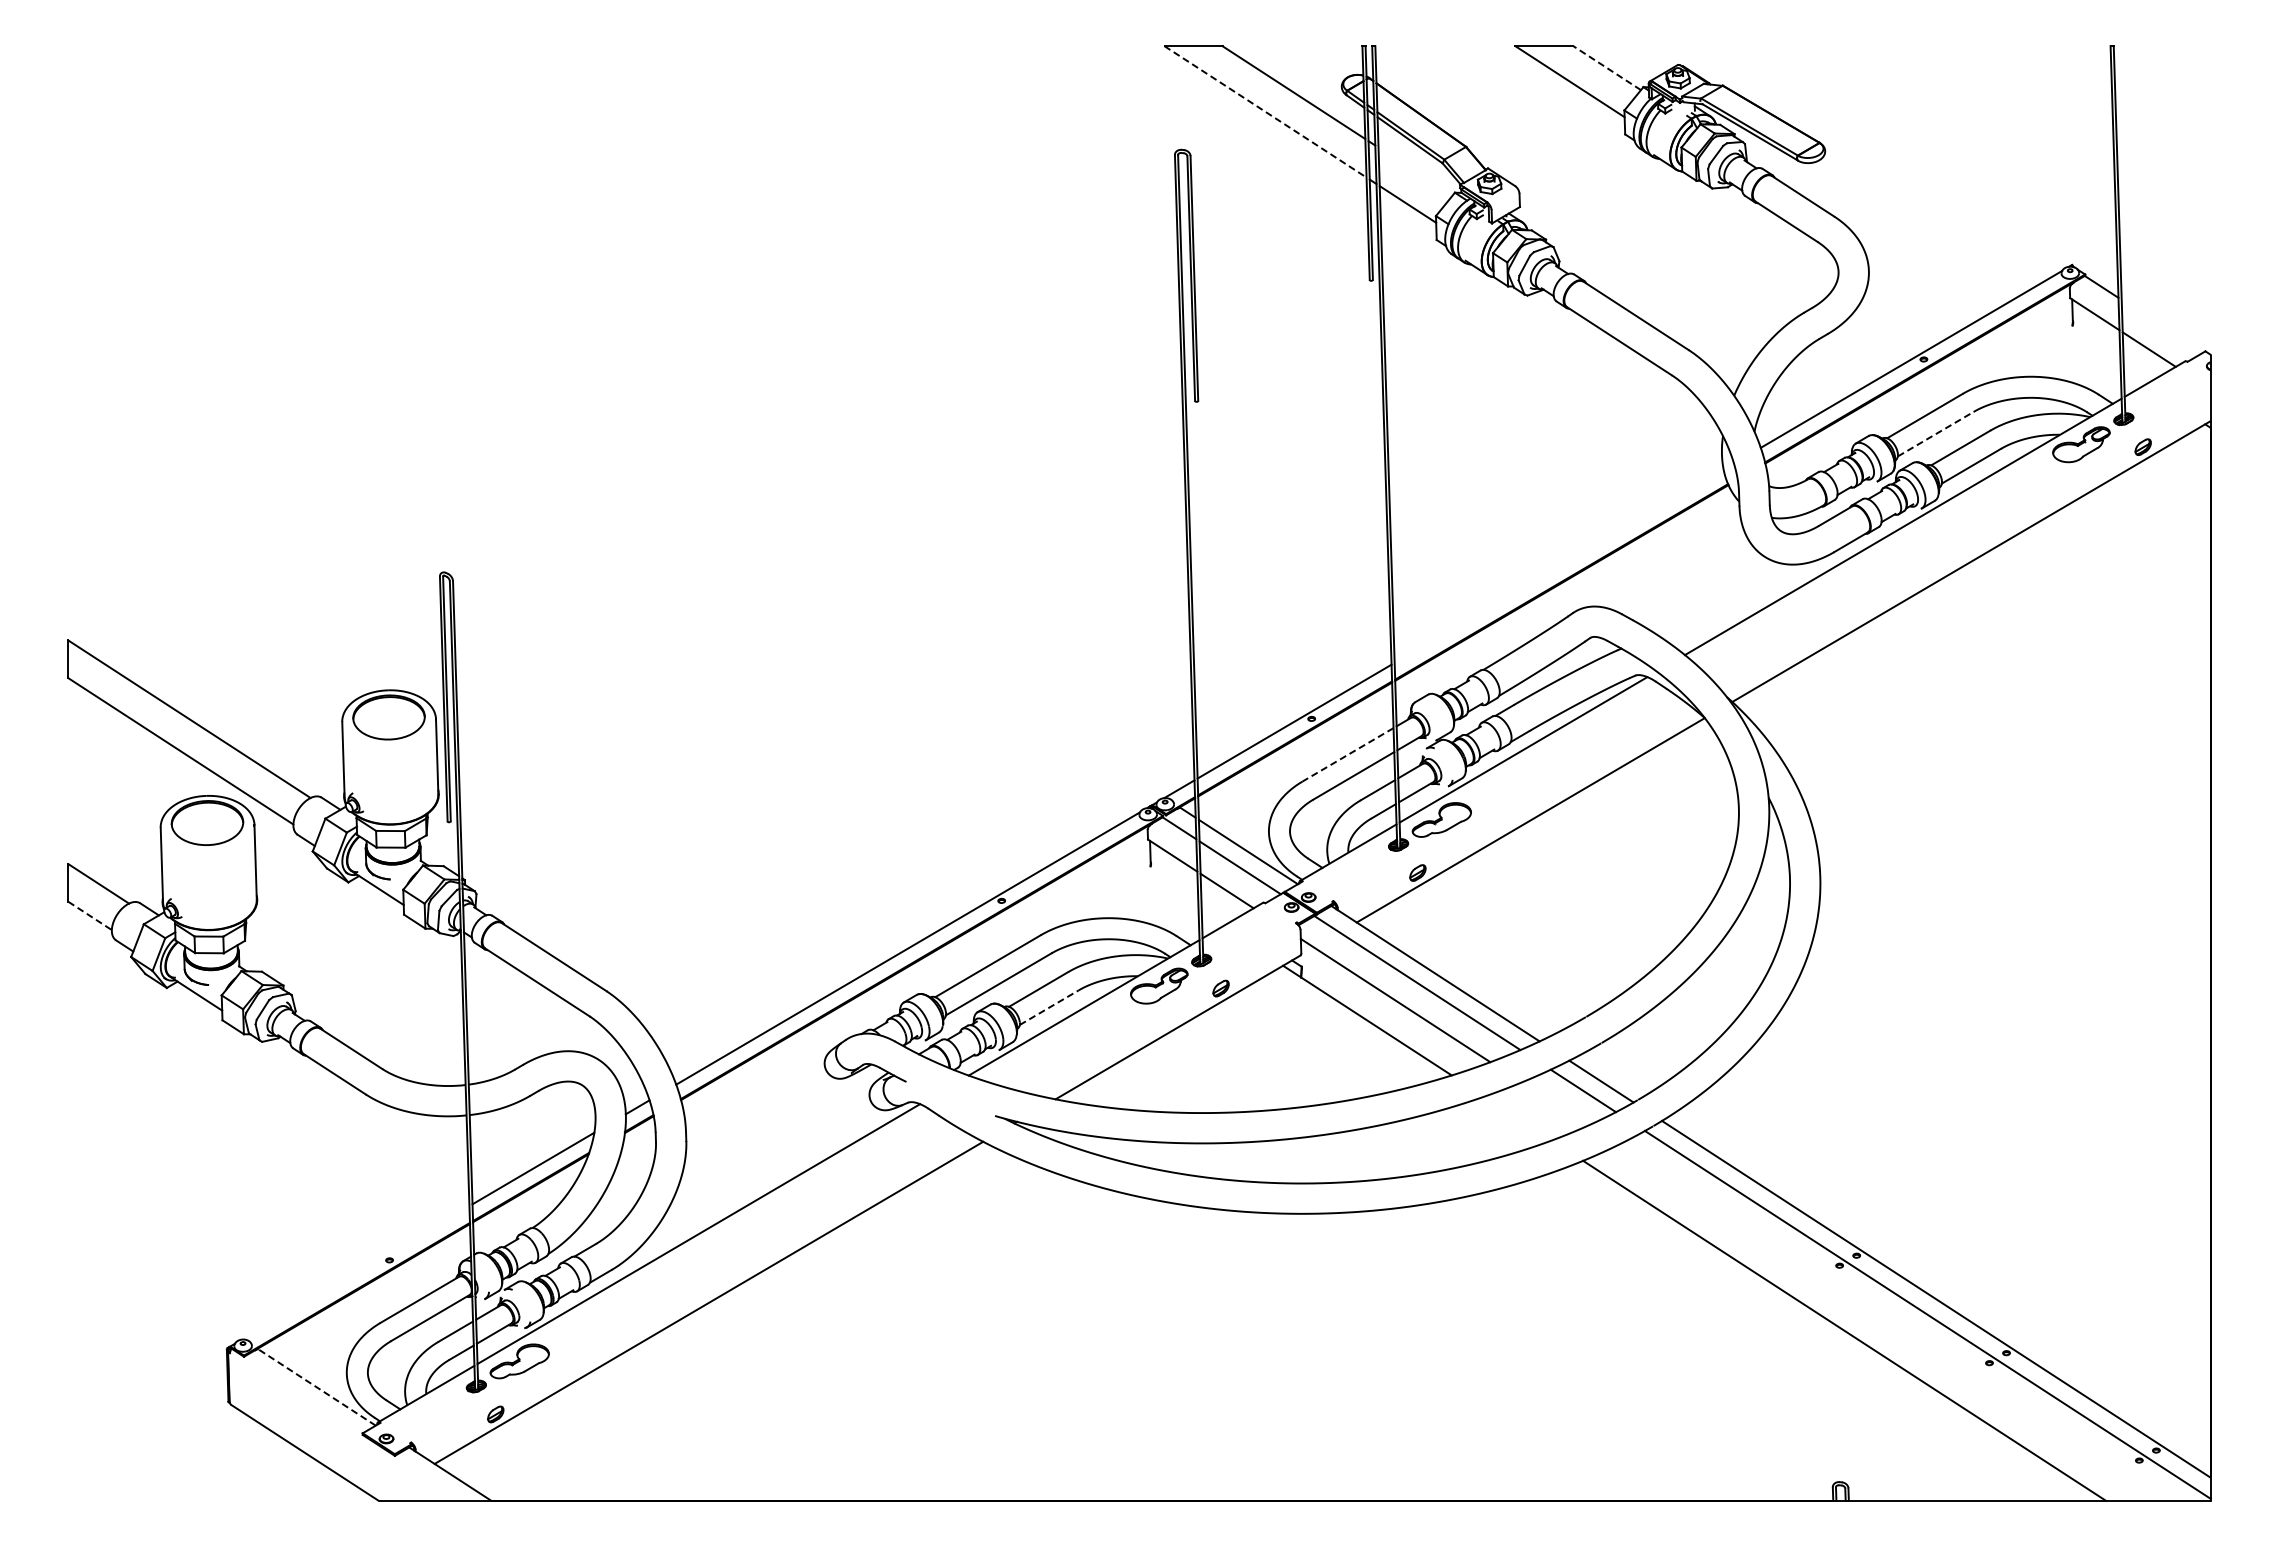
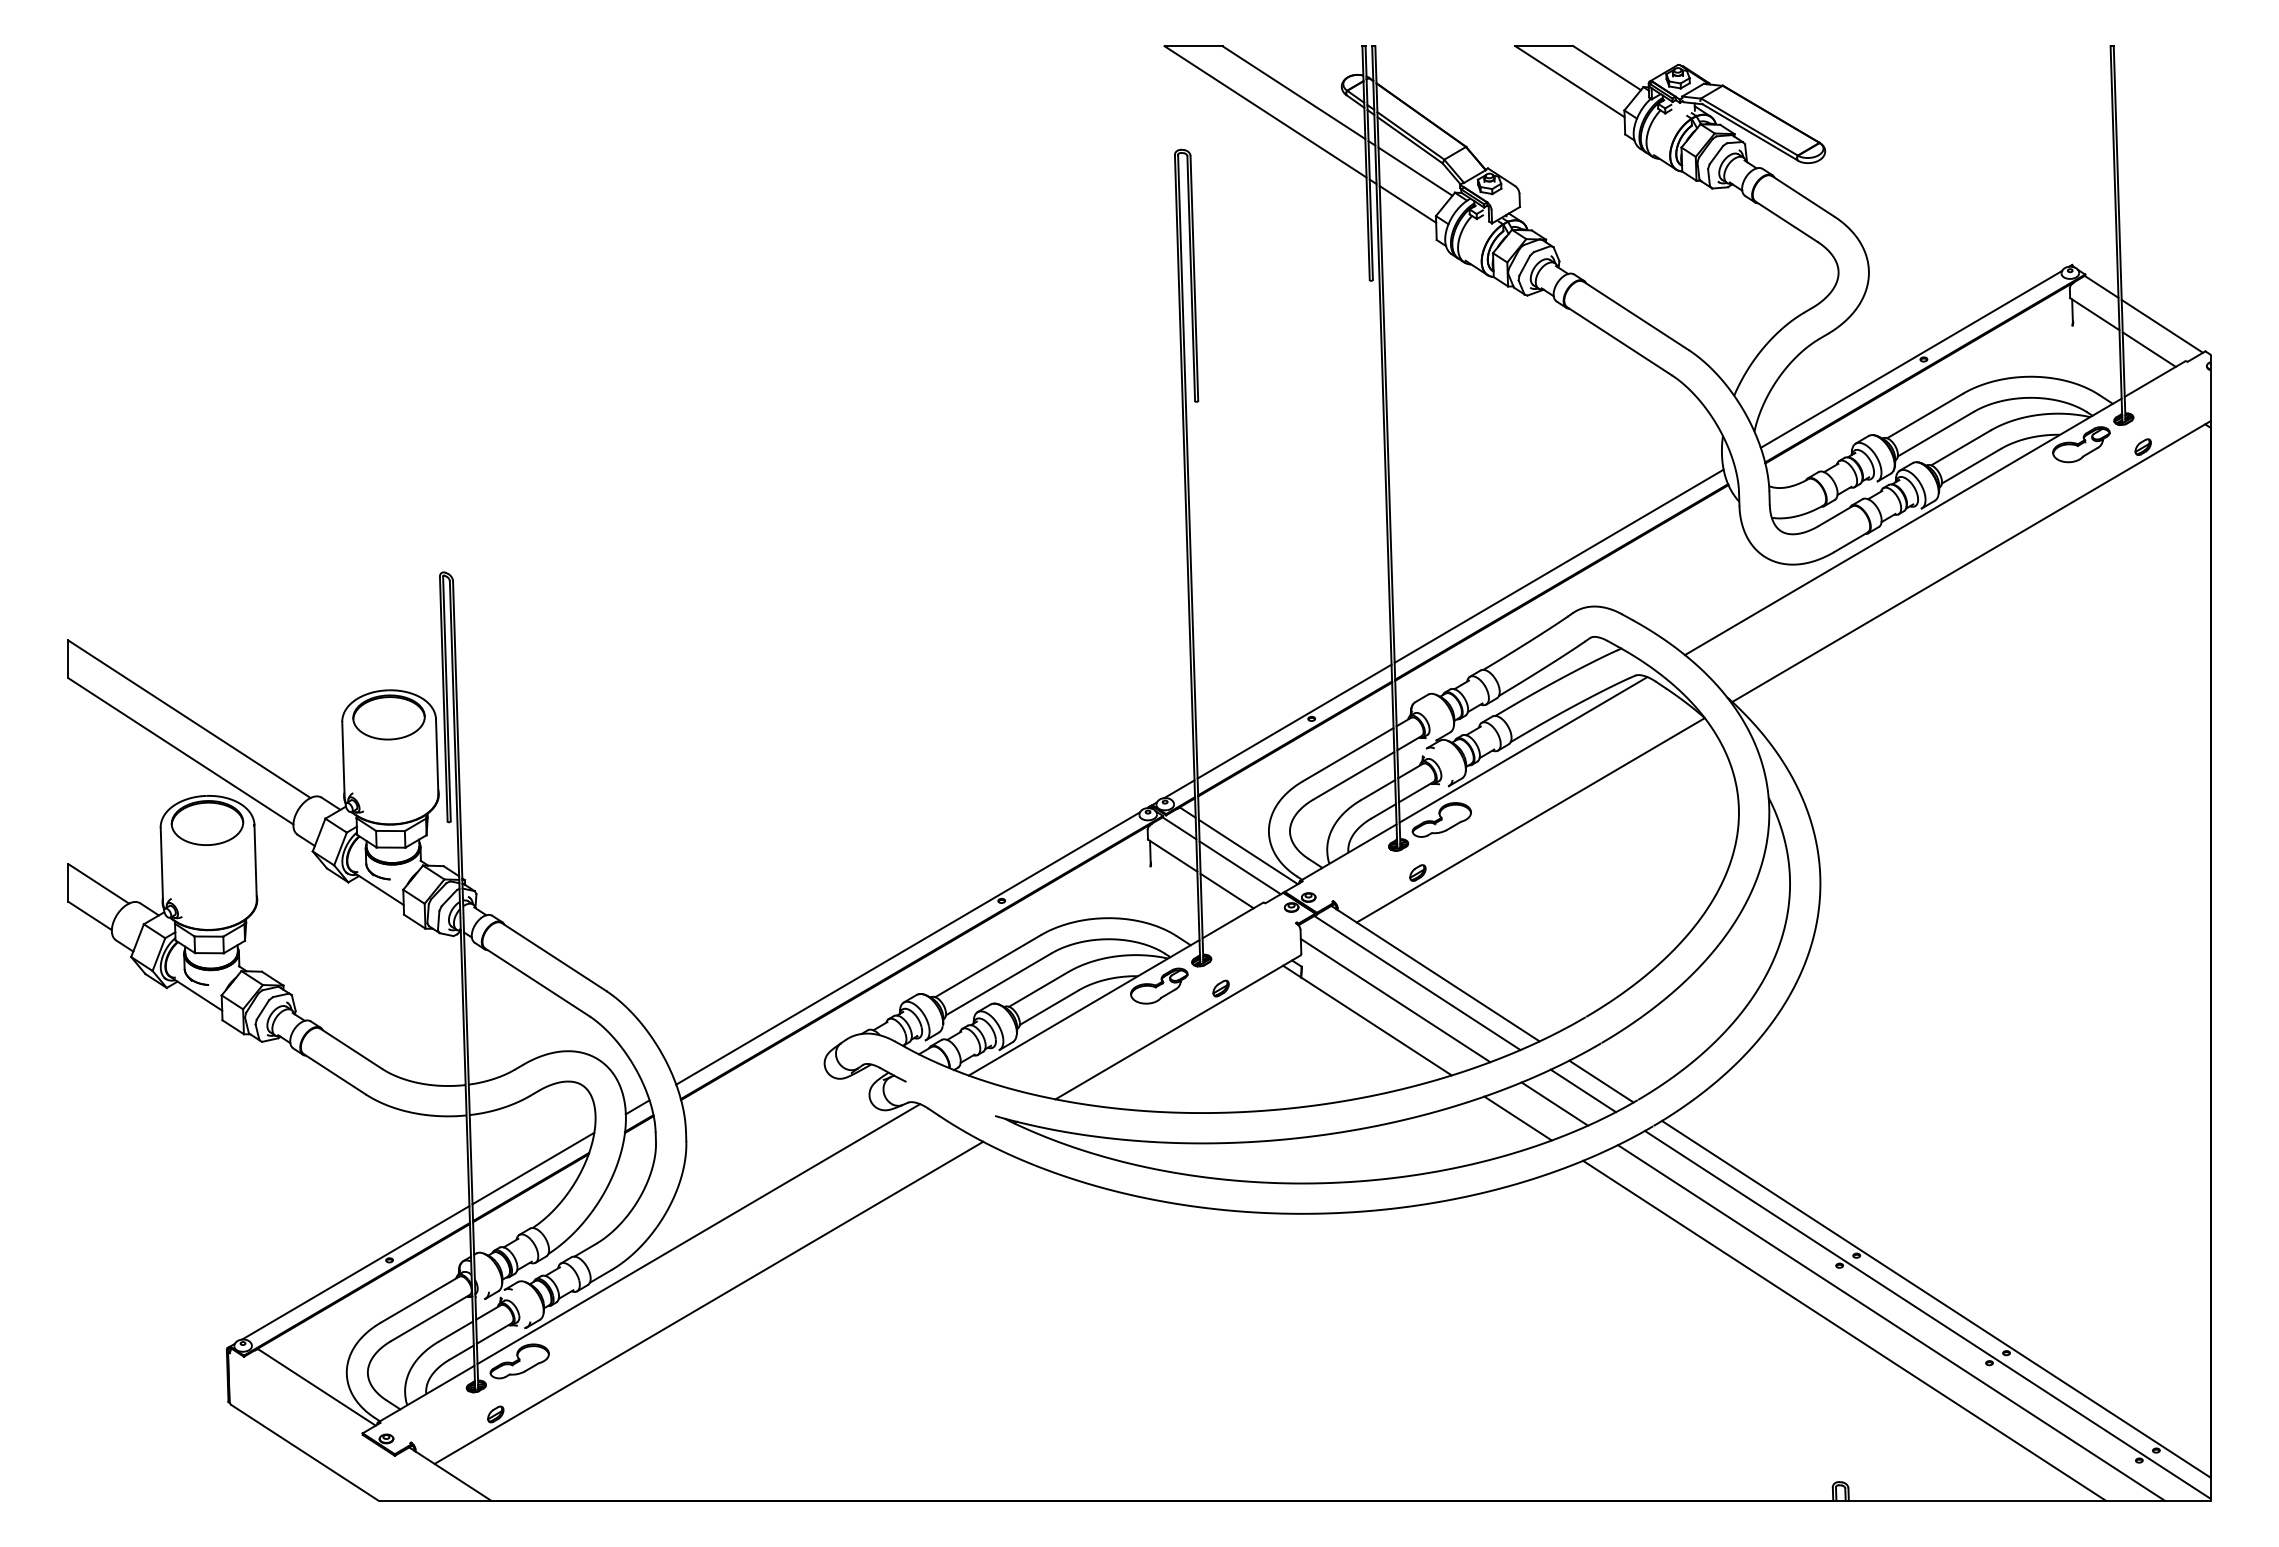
line at (1606, 67): dashed -> solid
line at (1265, 111): dashed -> solid
line at (1415, 171): none -> present
line at (2161, 325): none -> present
line at (1935, 434): dashed -> solid
line at (1558, 565): none -> present
line at (1348, 754): dashed -> solid
line at (90, 915): dashed -> solid
line at (1049, 1007): dashed -> solid
line at (1554, 1103): none -> present
line at (1517, 1118): none -> present
line at (355, 1272): none -> present
line at (1890, 1322): none -> present
line at (317, 1387): dashed -> solid
